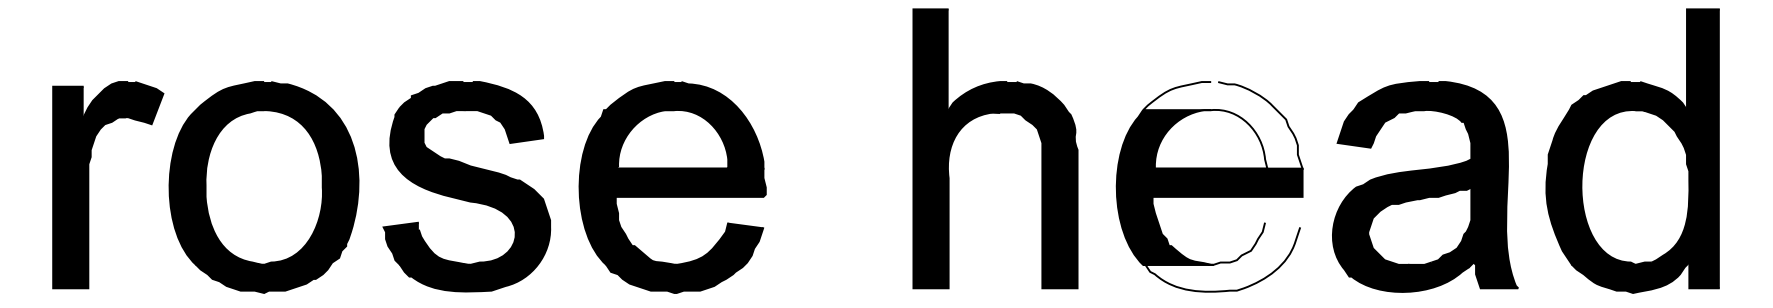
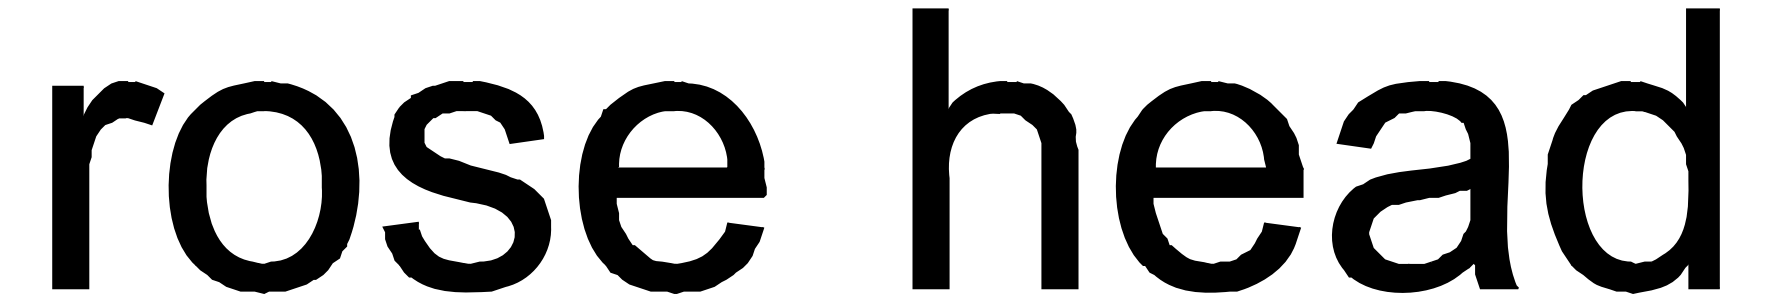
fill at (1222, 125): none -> present
fill at (1221, 256): none -> present
